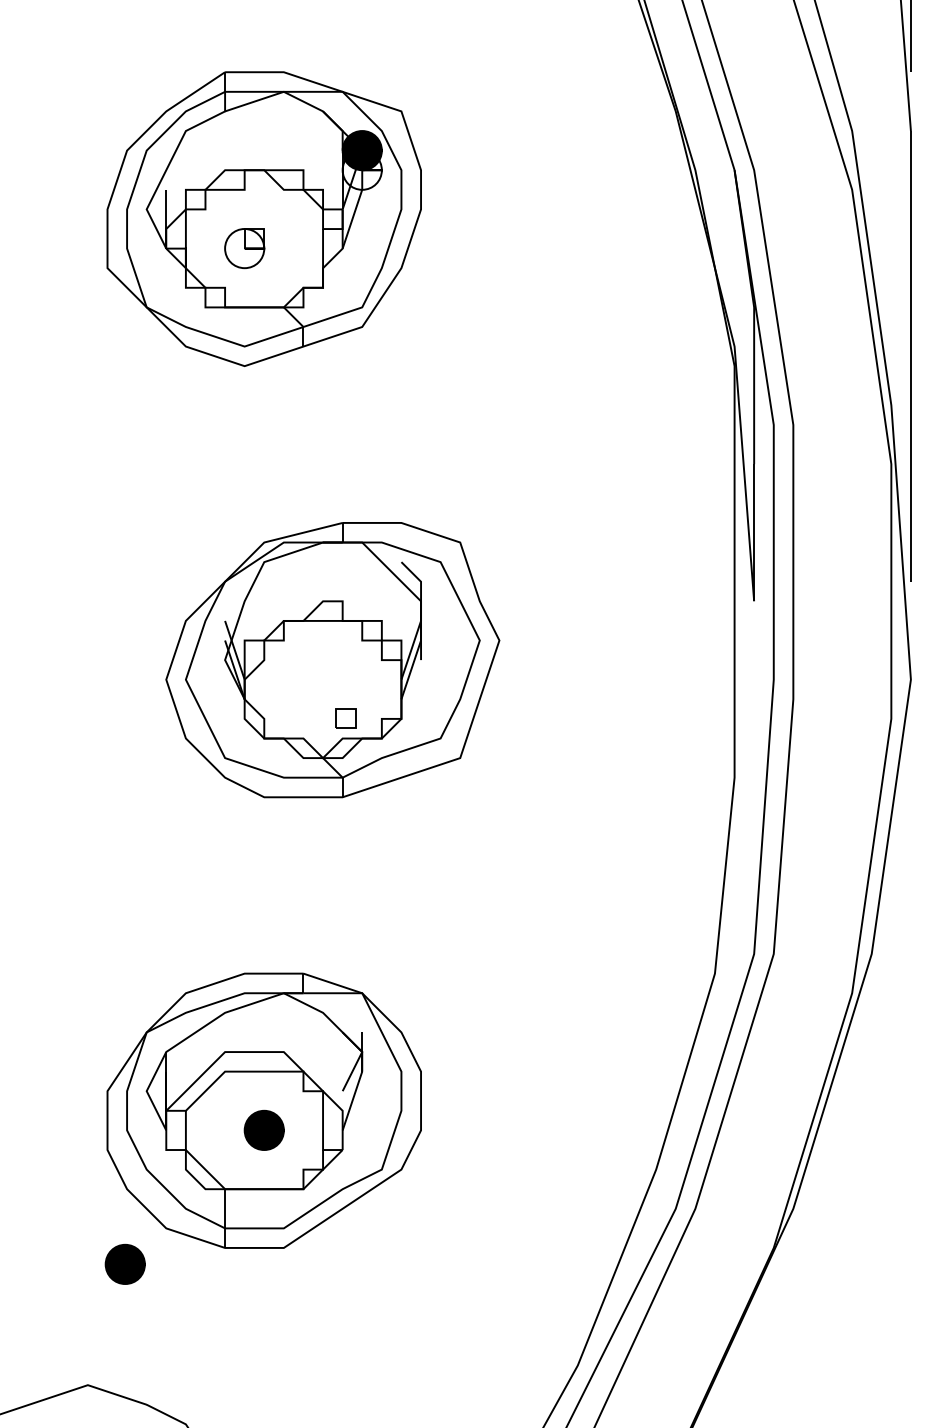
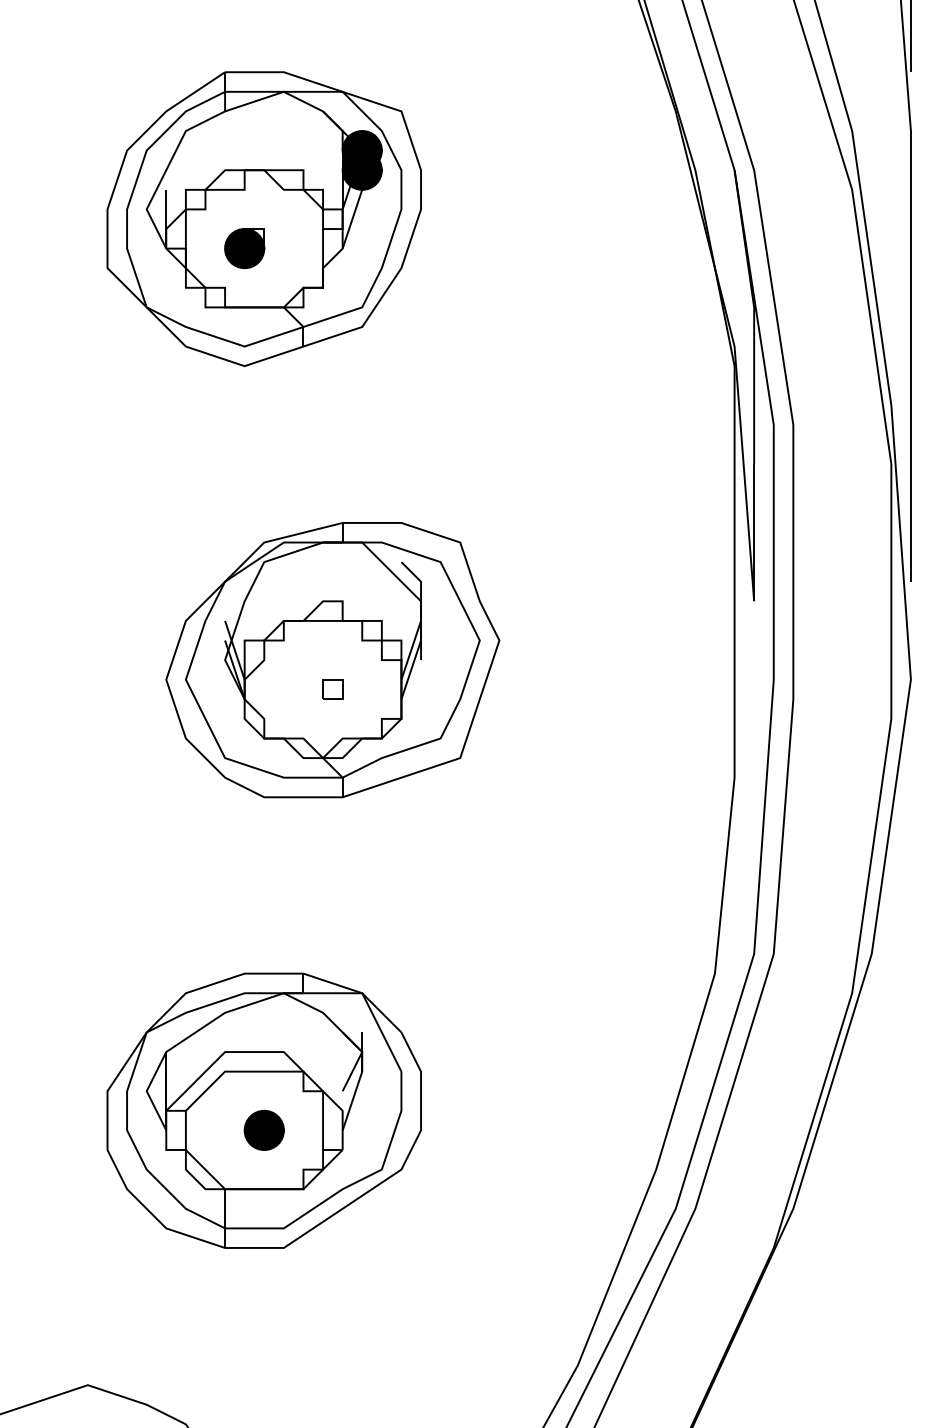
fill at (361, 169): none -> present
fill at (244, 248): none -> present
part at (345, 718) position: (345, 718) -> (332, 689)
part at (124, 1263): present -> none
